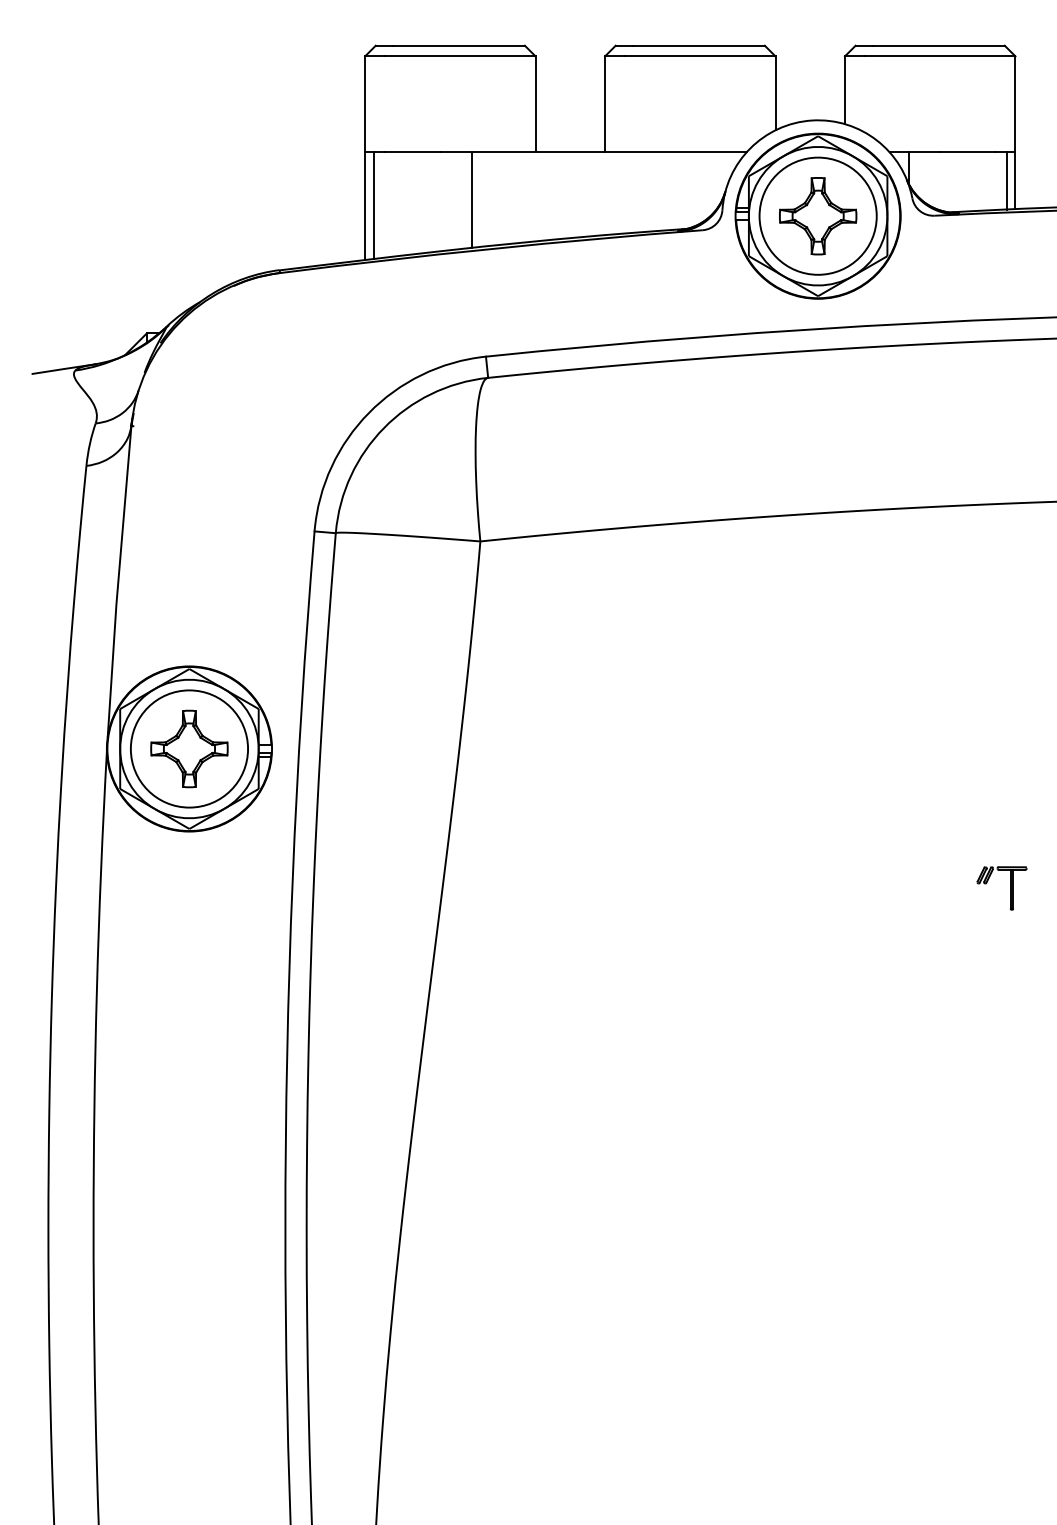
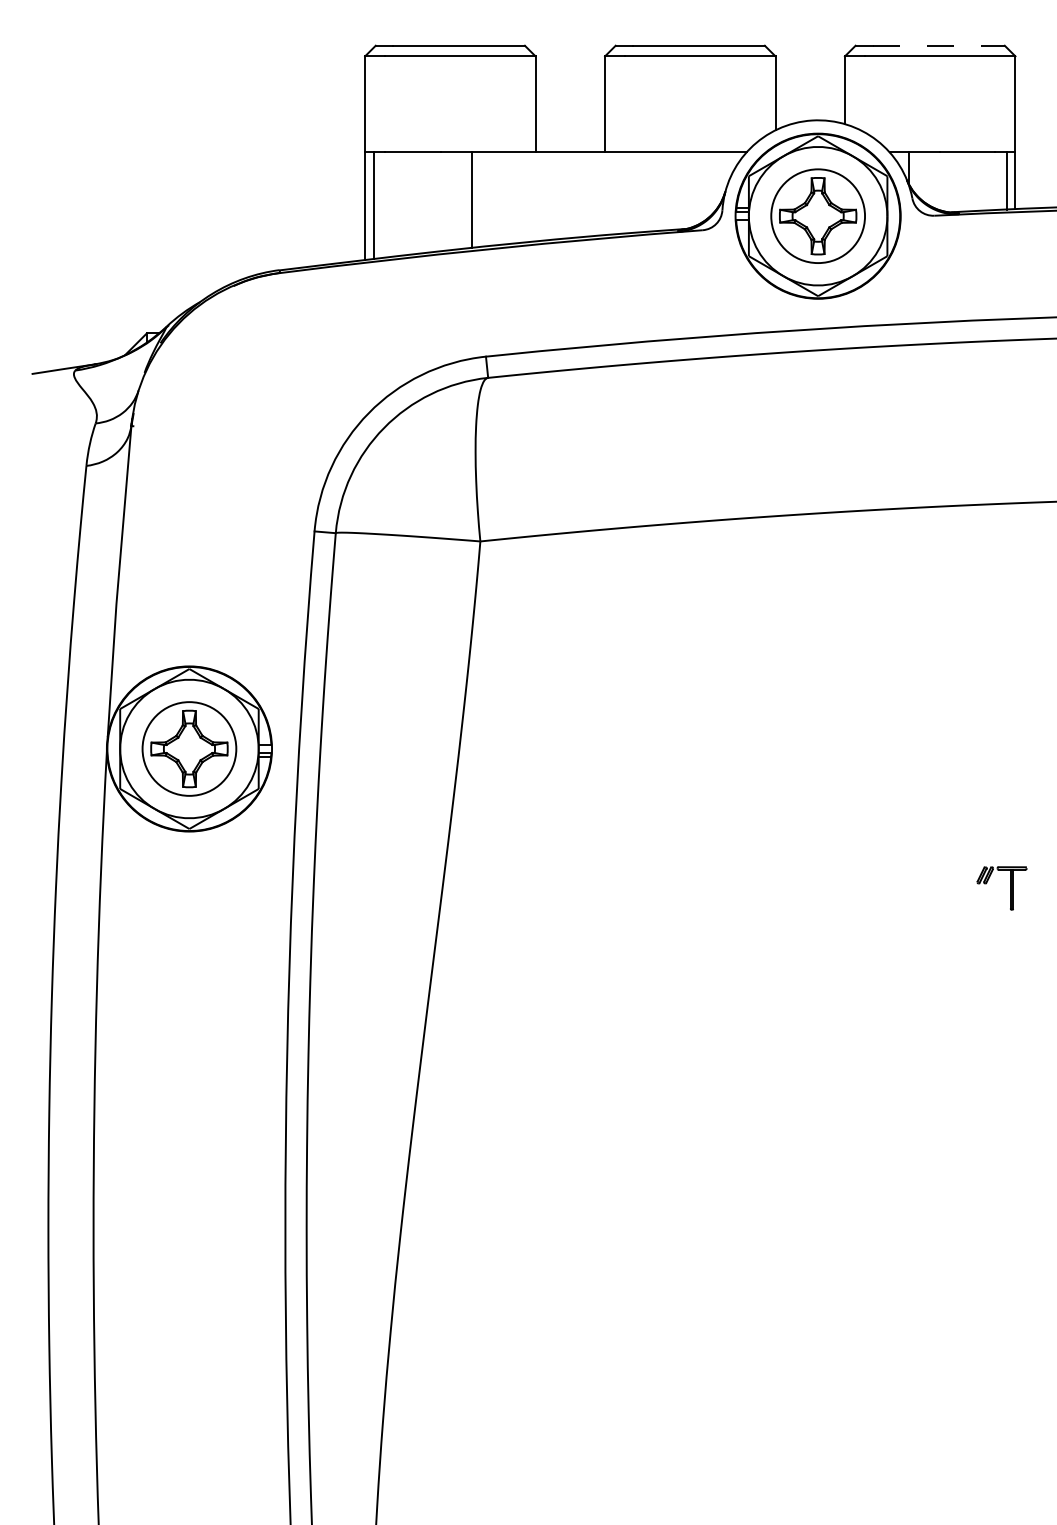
line at (939, 45): solid -> dashed
circle at (817, 215) diameter: 117 px -> 94 px
circle at (189, 748) diameter: 117 px -> 94 px
